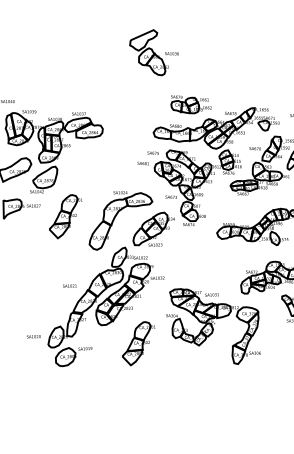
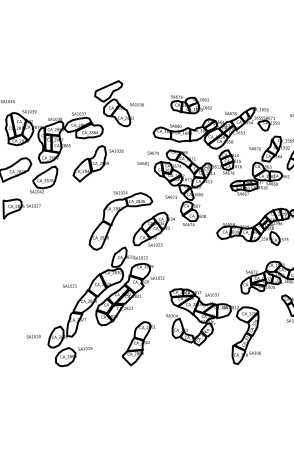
part at (153, 52) position: (153, 52) -> (118, 103)
part at (97, 163): none -> present
part at (65, 216): present -> none
